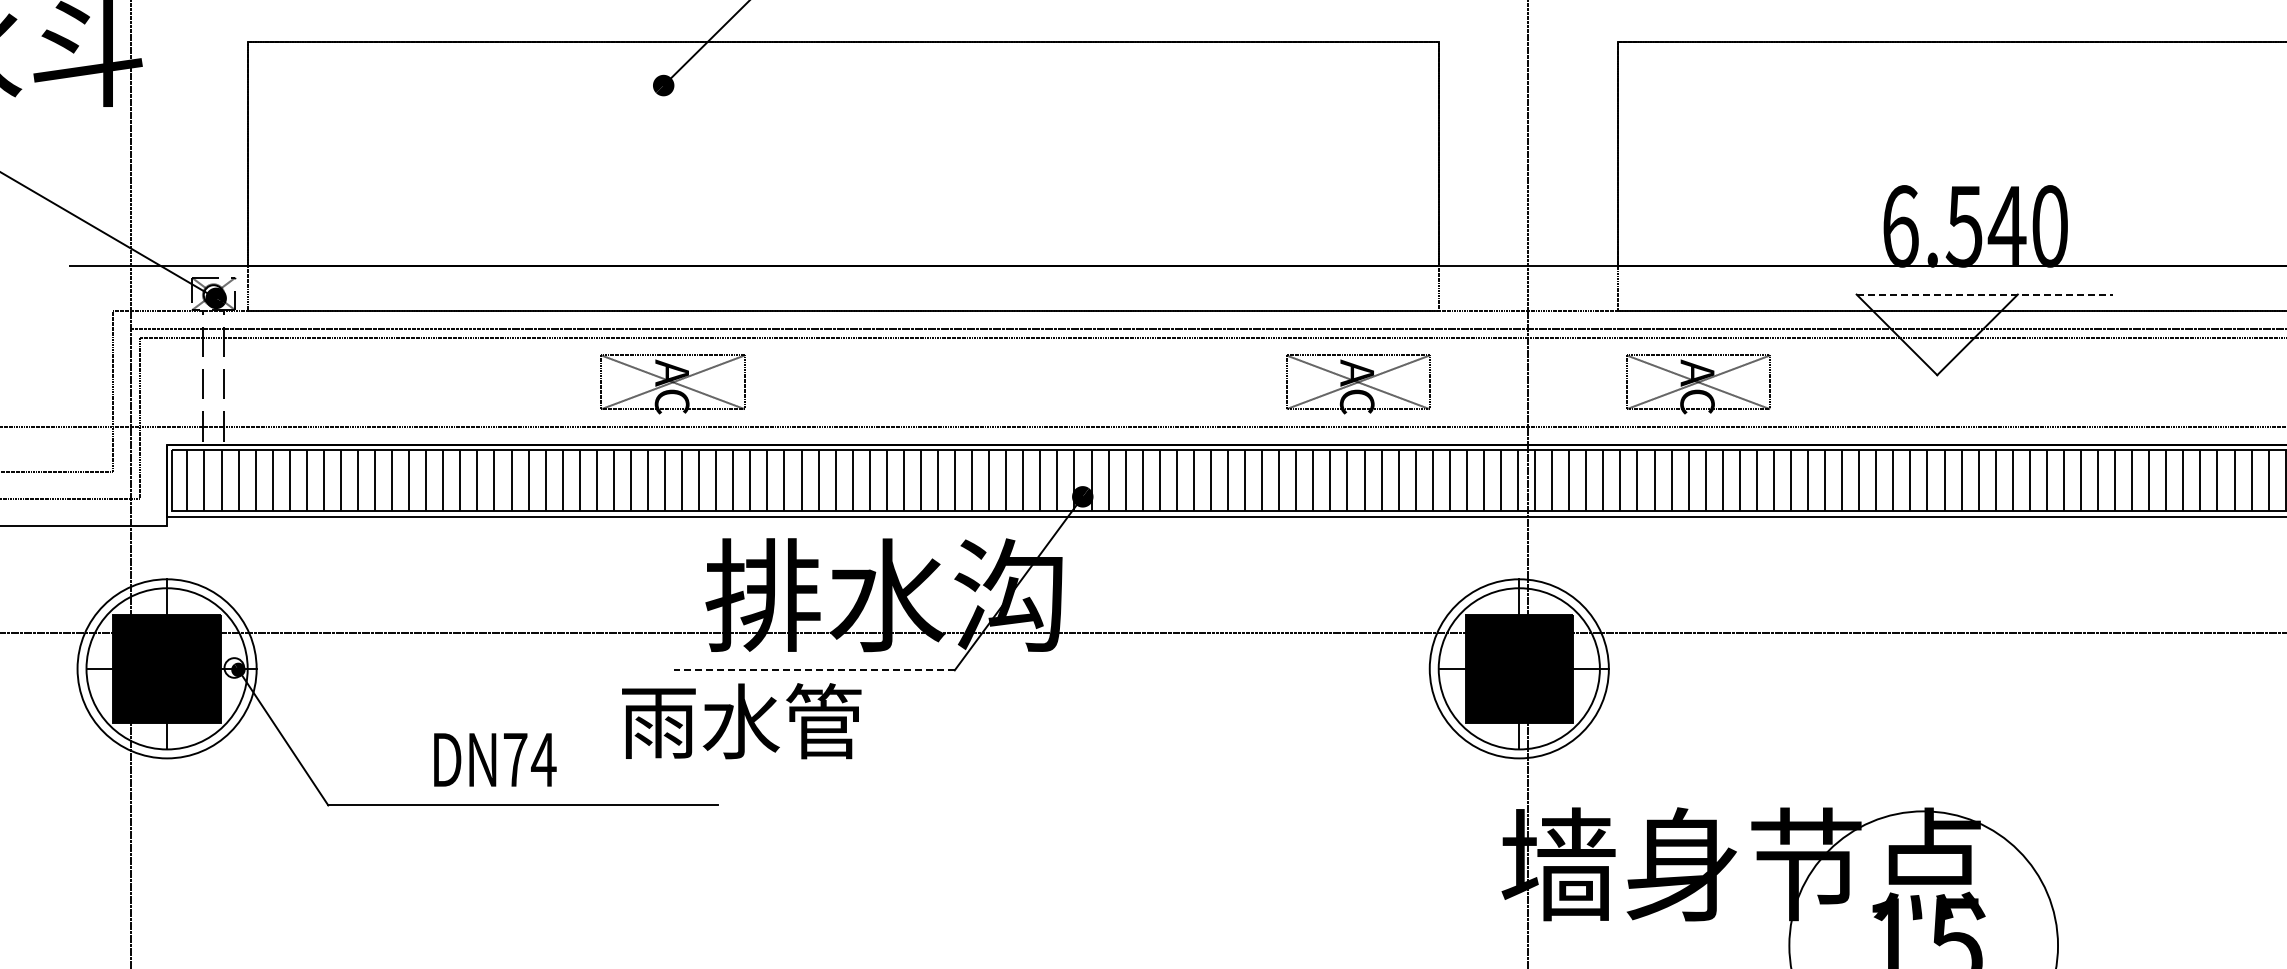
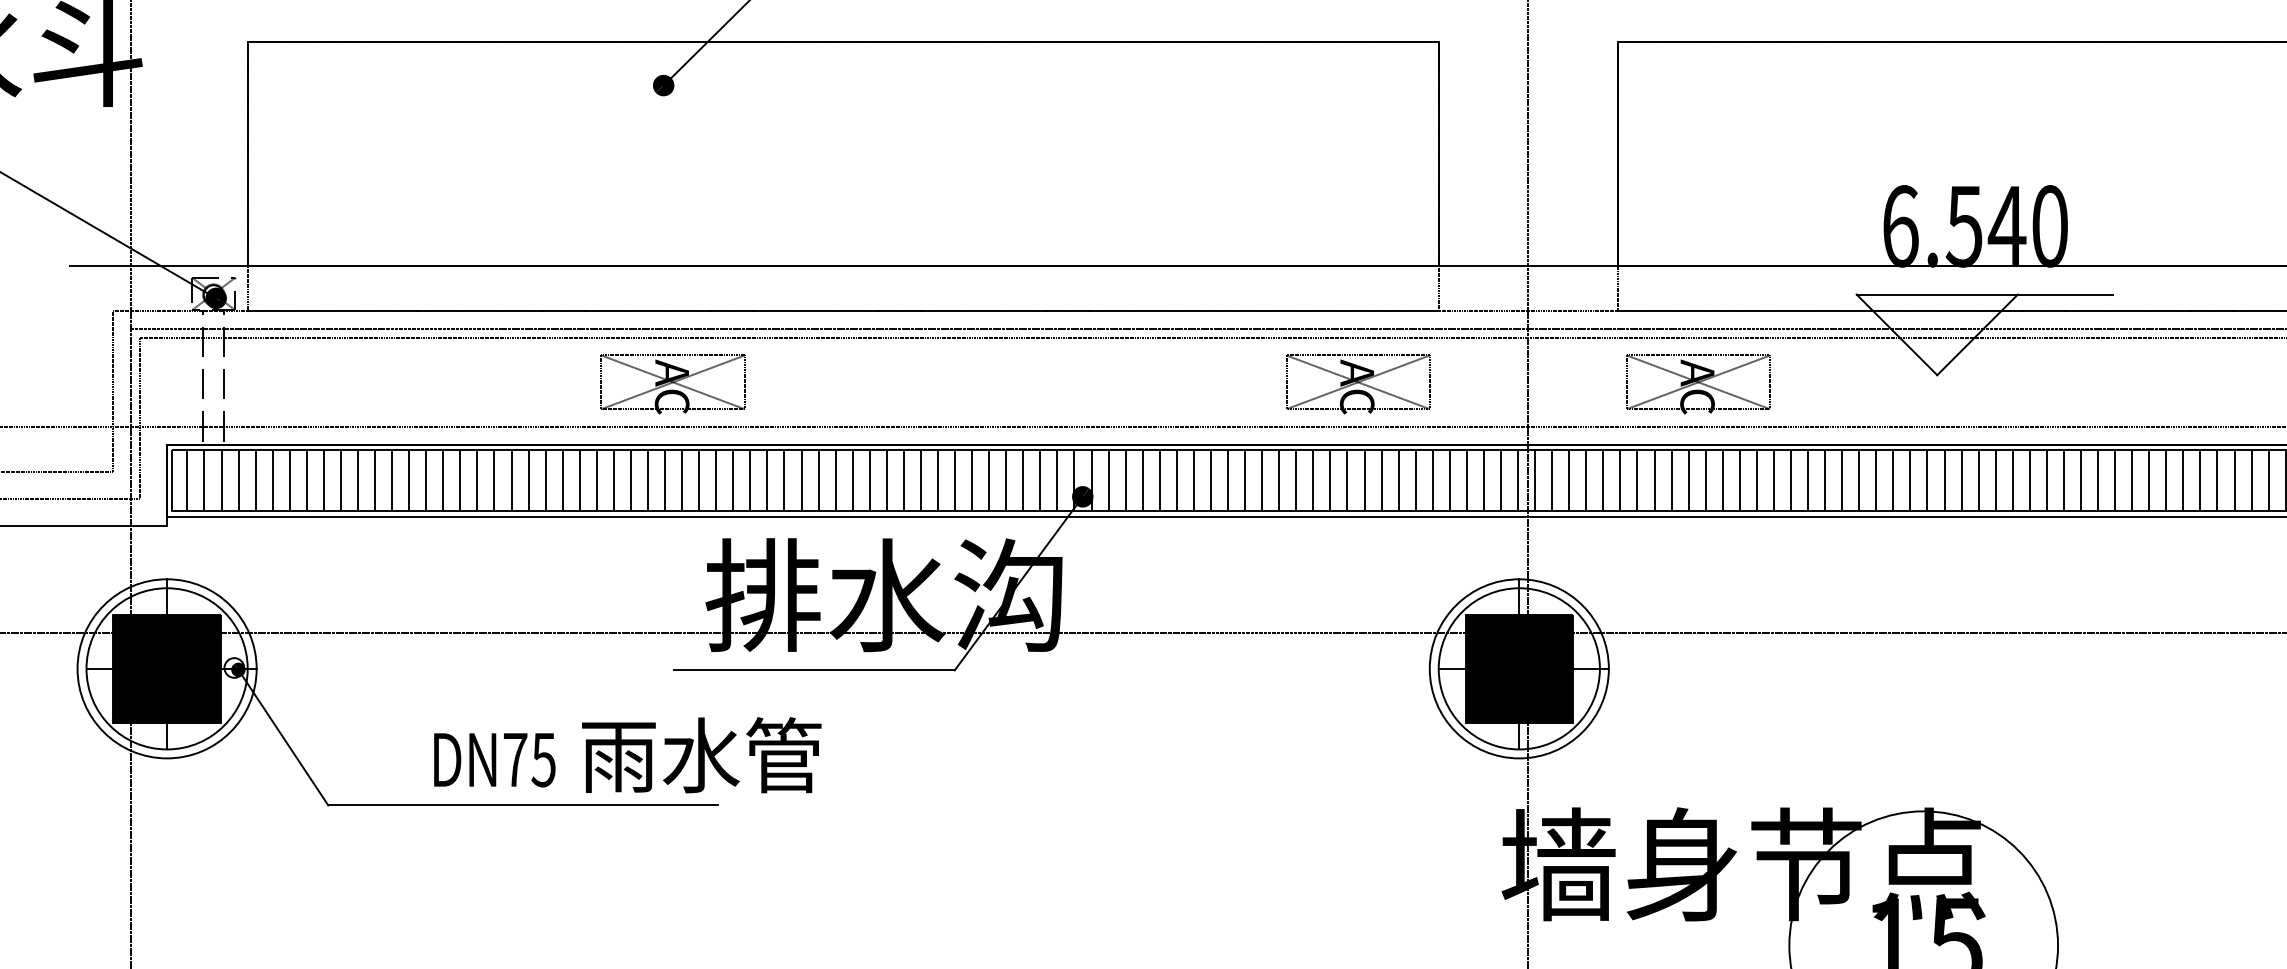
line at (1985, 294): dashed -> solid
line at (814, 670): dashed -> solid
text at (741, 721) position: (741, 721) -> (701, 755)
text at (543, 760): DN74 -> DN75
